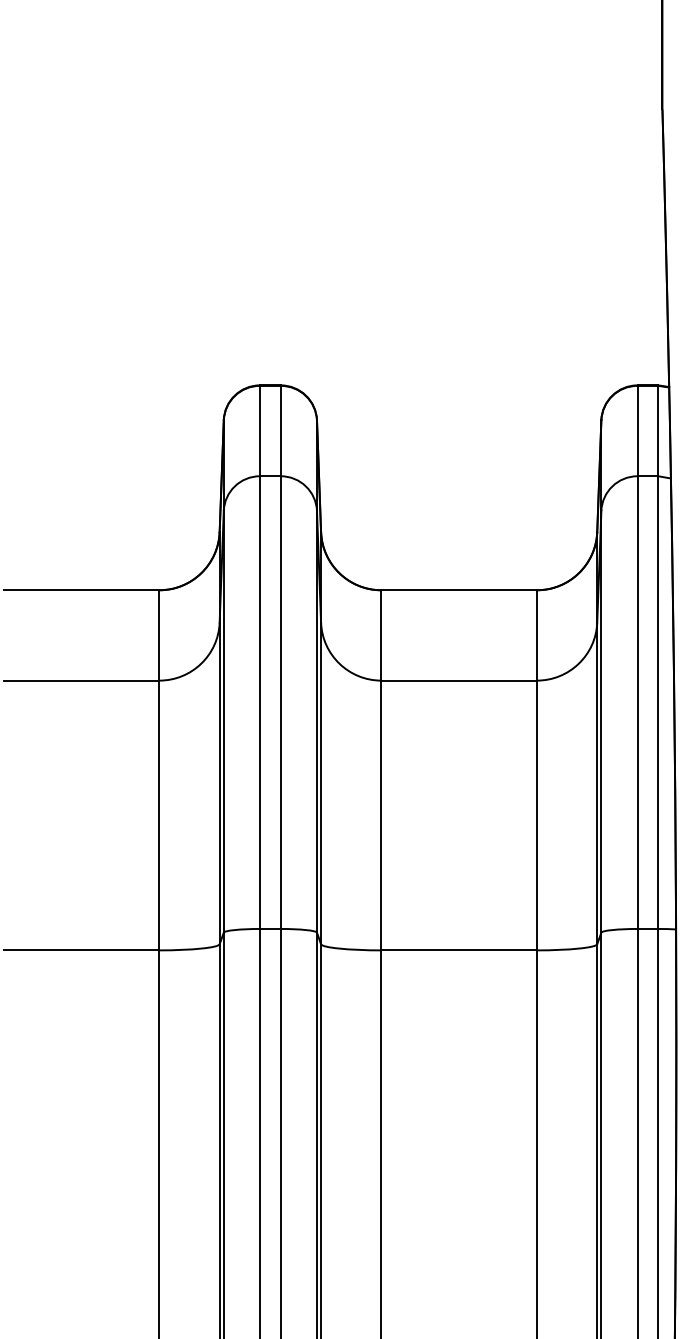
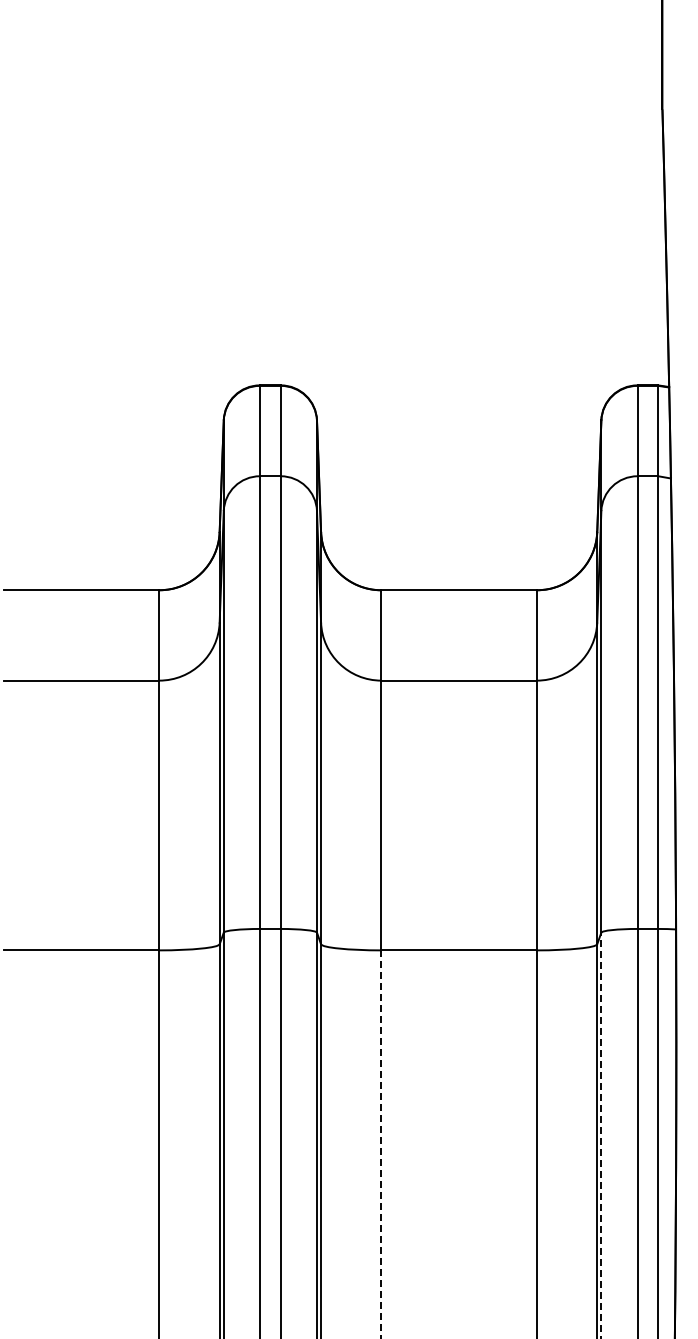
line at (601, 1135): solid -> dashed
line at (381, 1144): solid -> dashed
